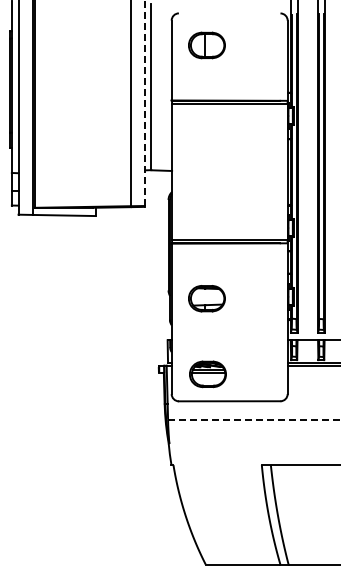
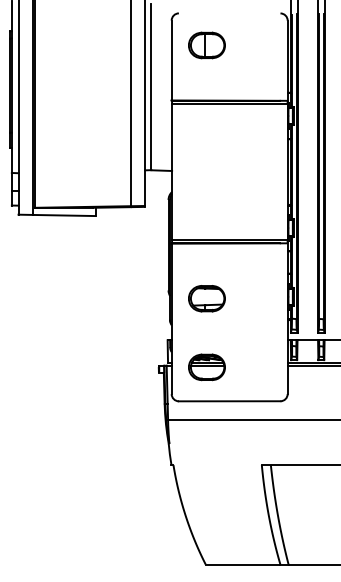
line at (145, 103): dashed -> solid
part at (207, 374) position: (207, 374) -> (206, 367)
line at (254, 419): dashed -> solid
